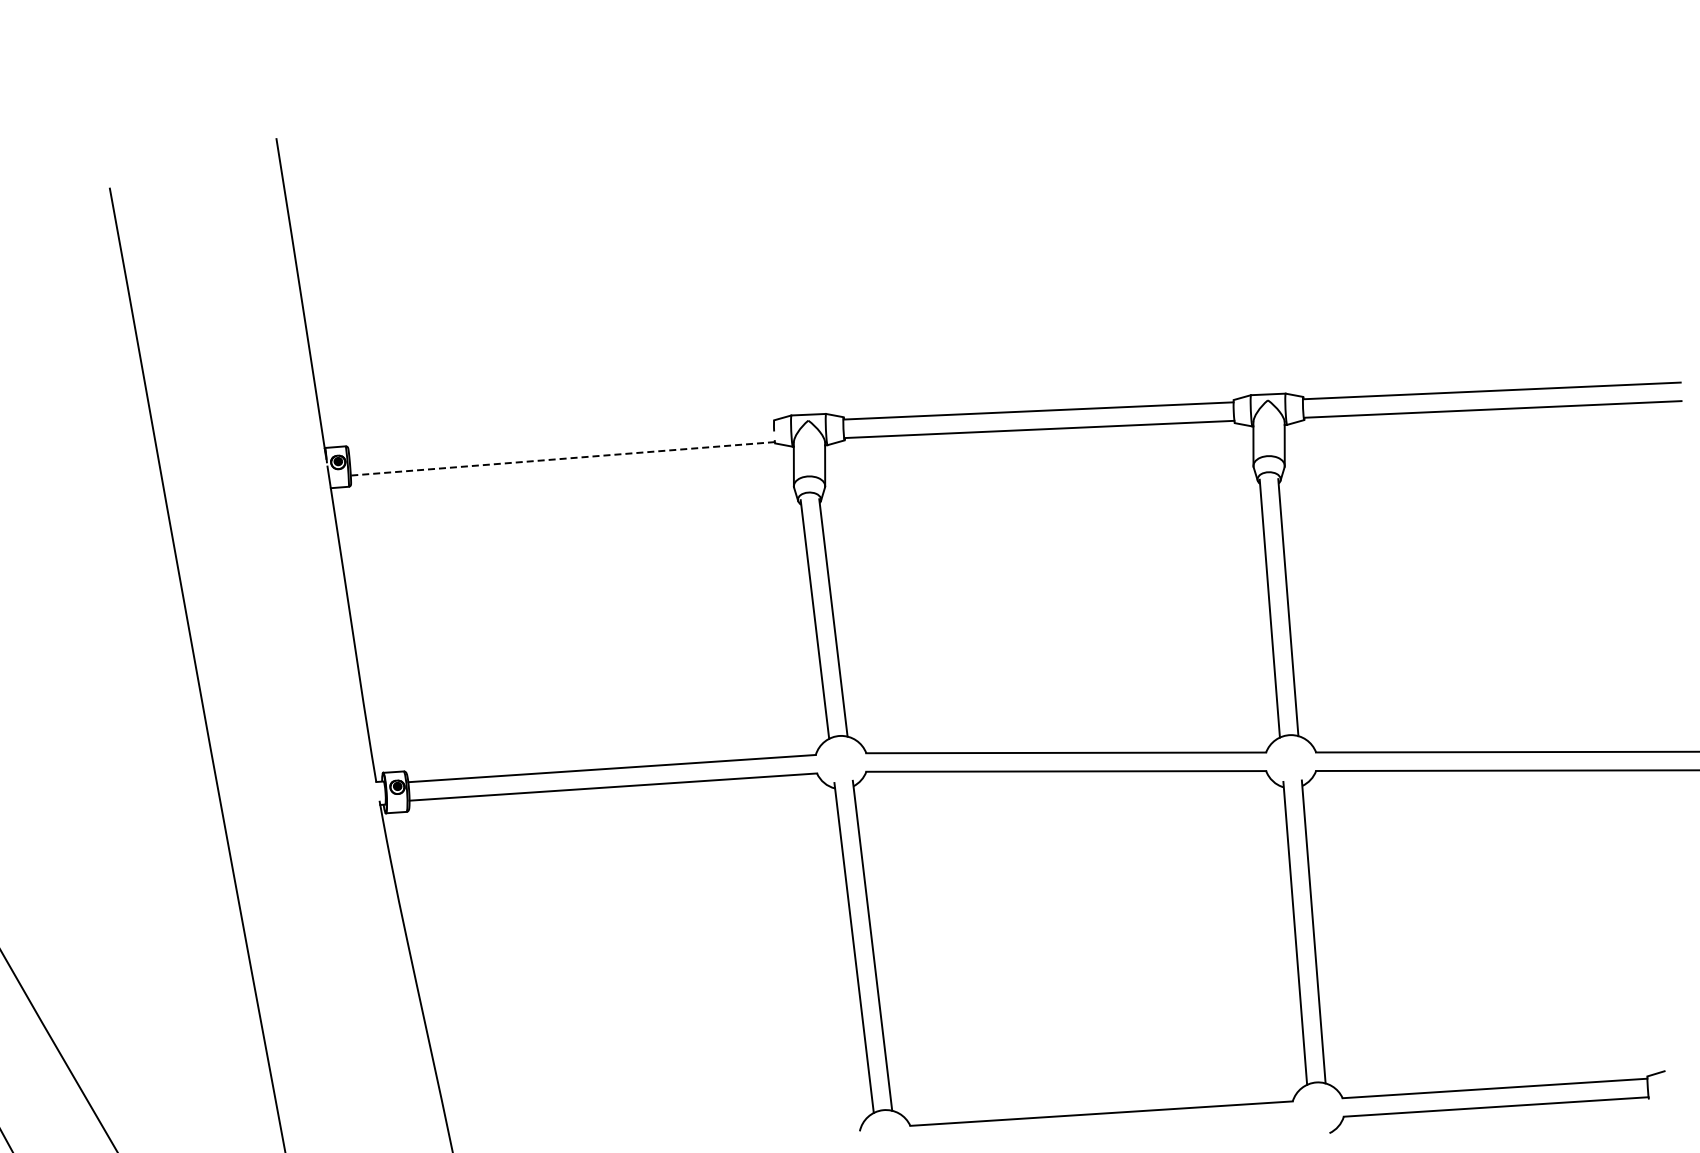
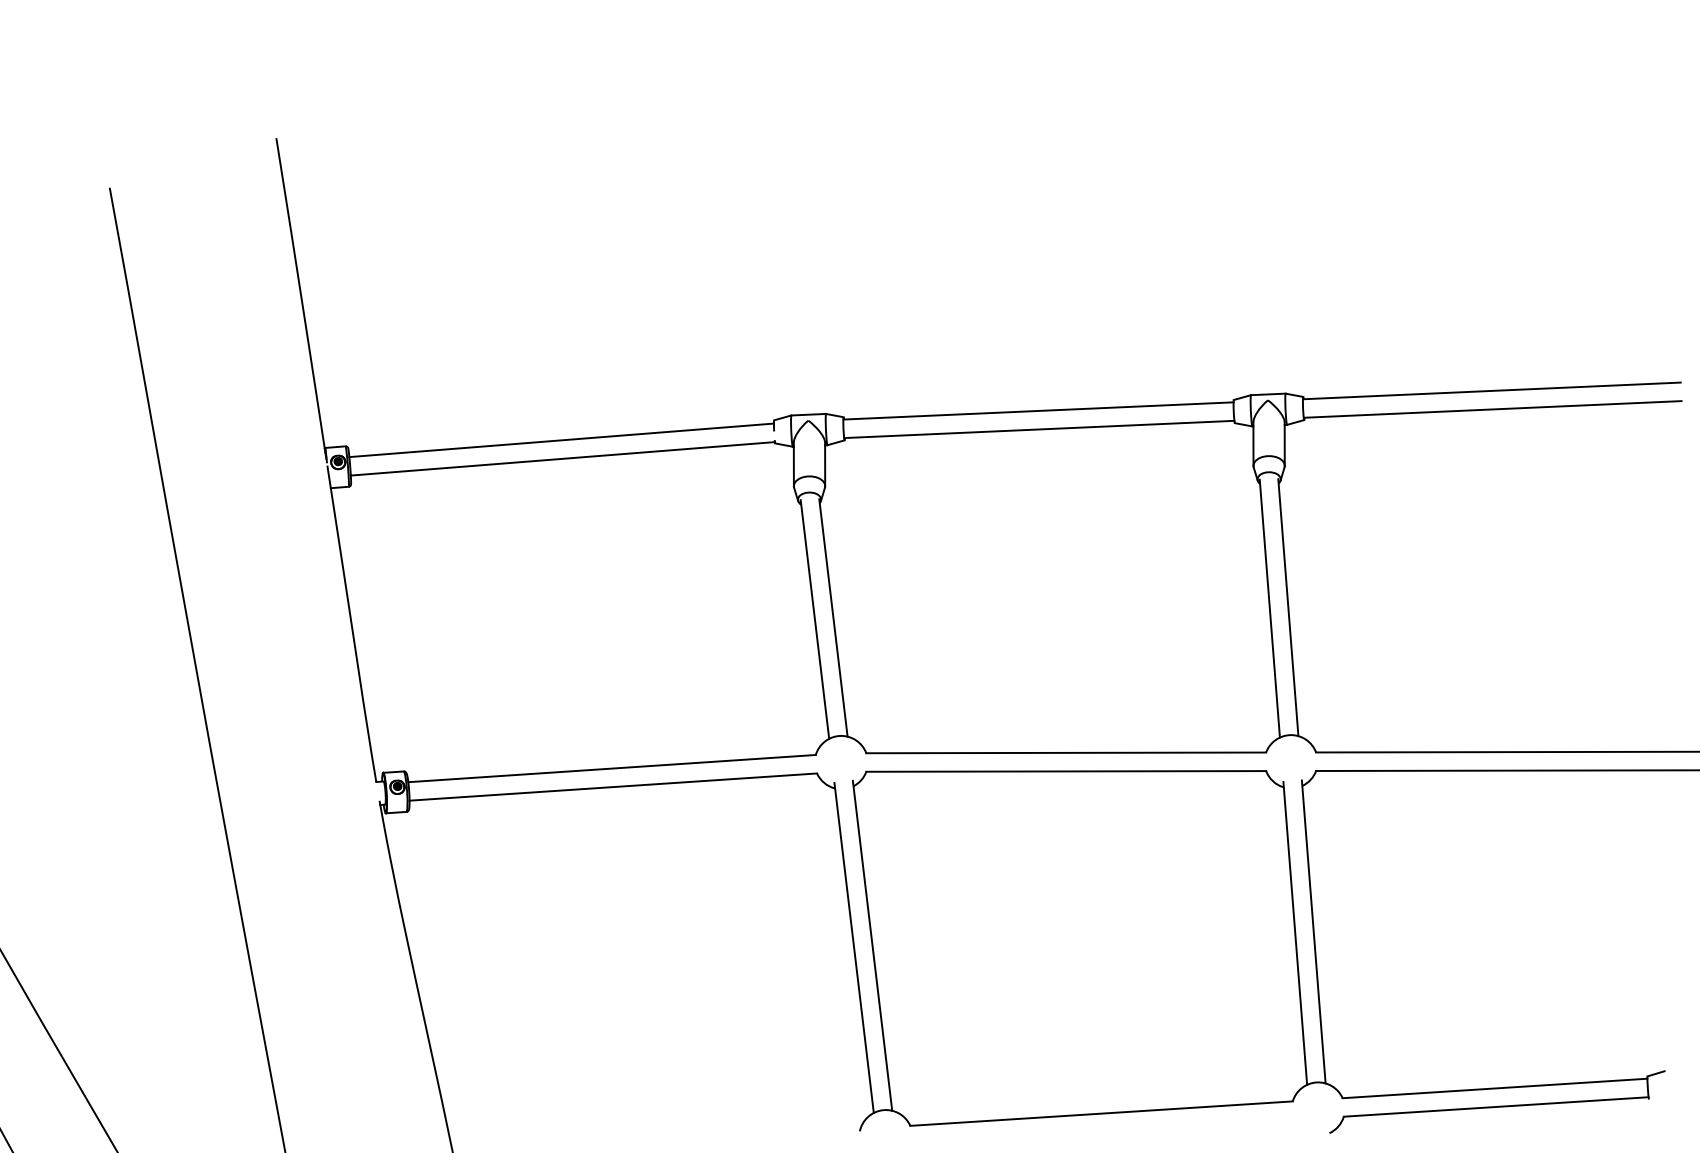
line at (561, 440): none -> present
line at (562, 458): dashed -> solid
